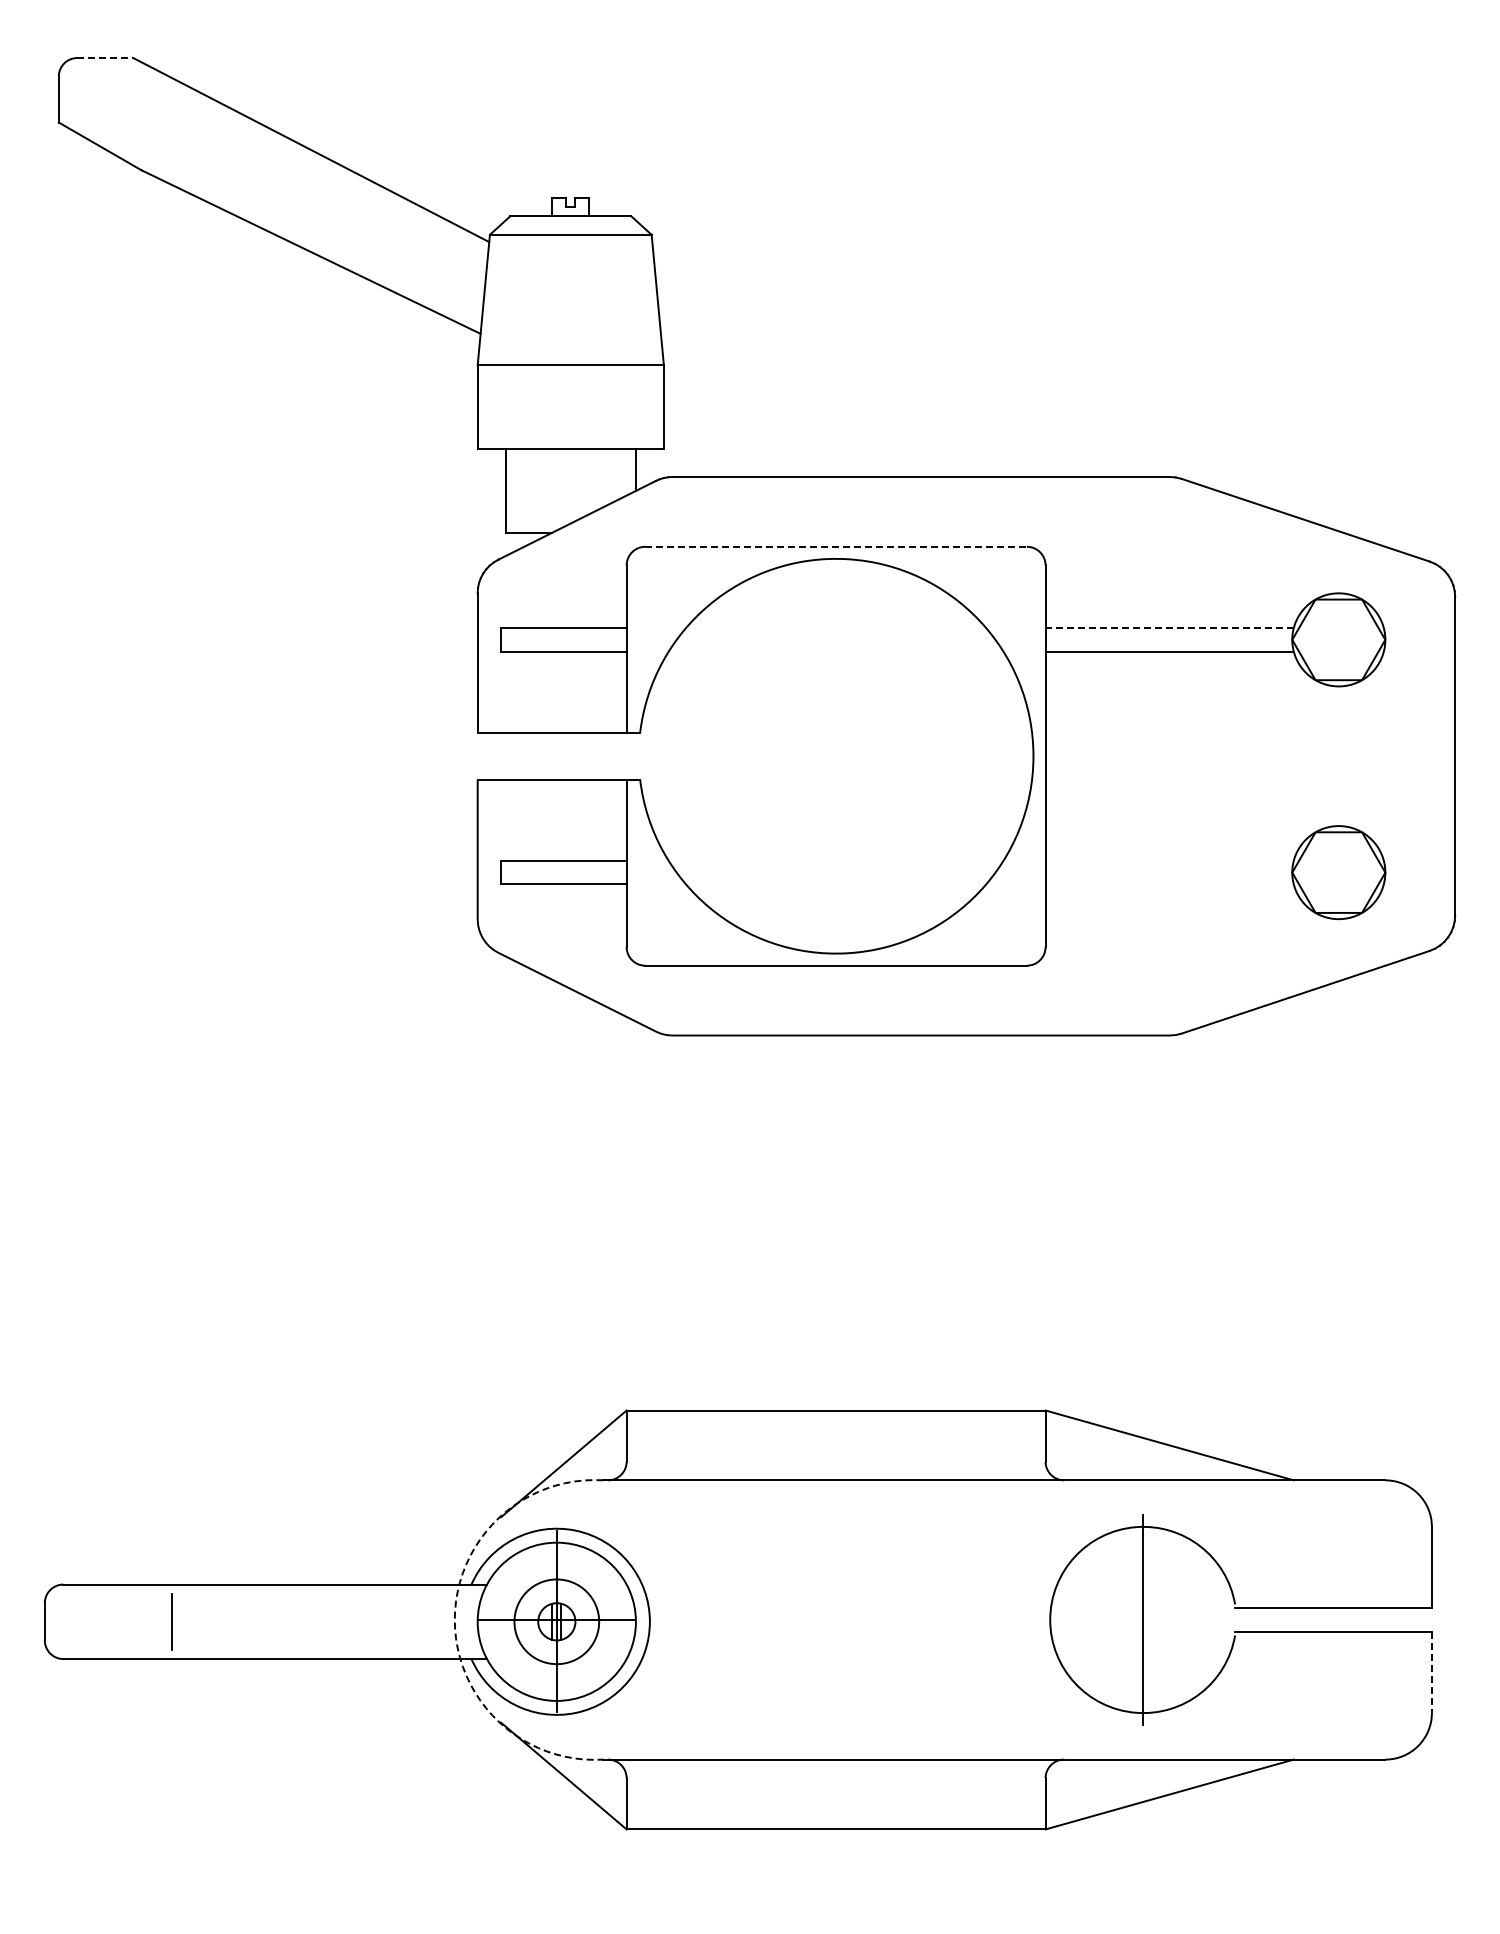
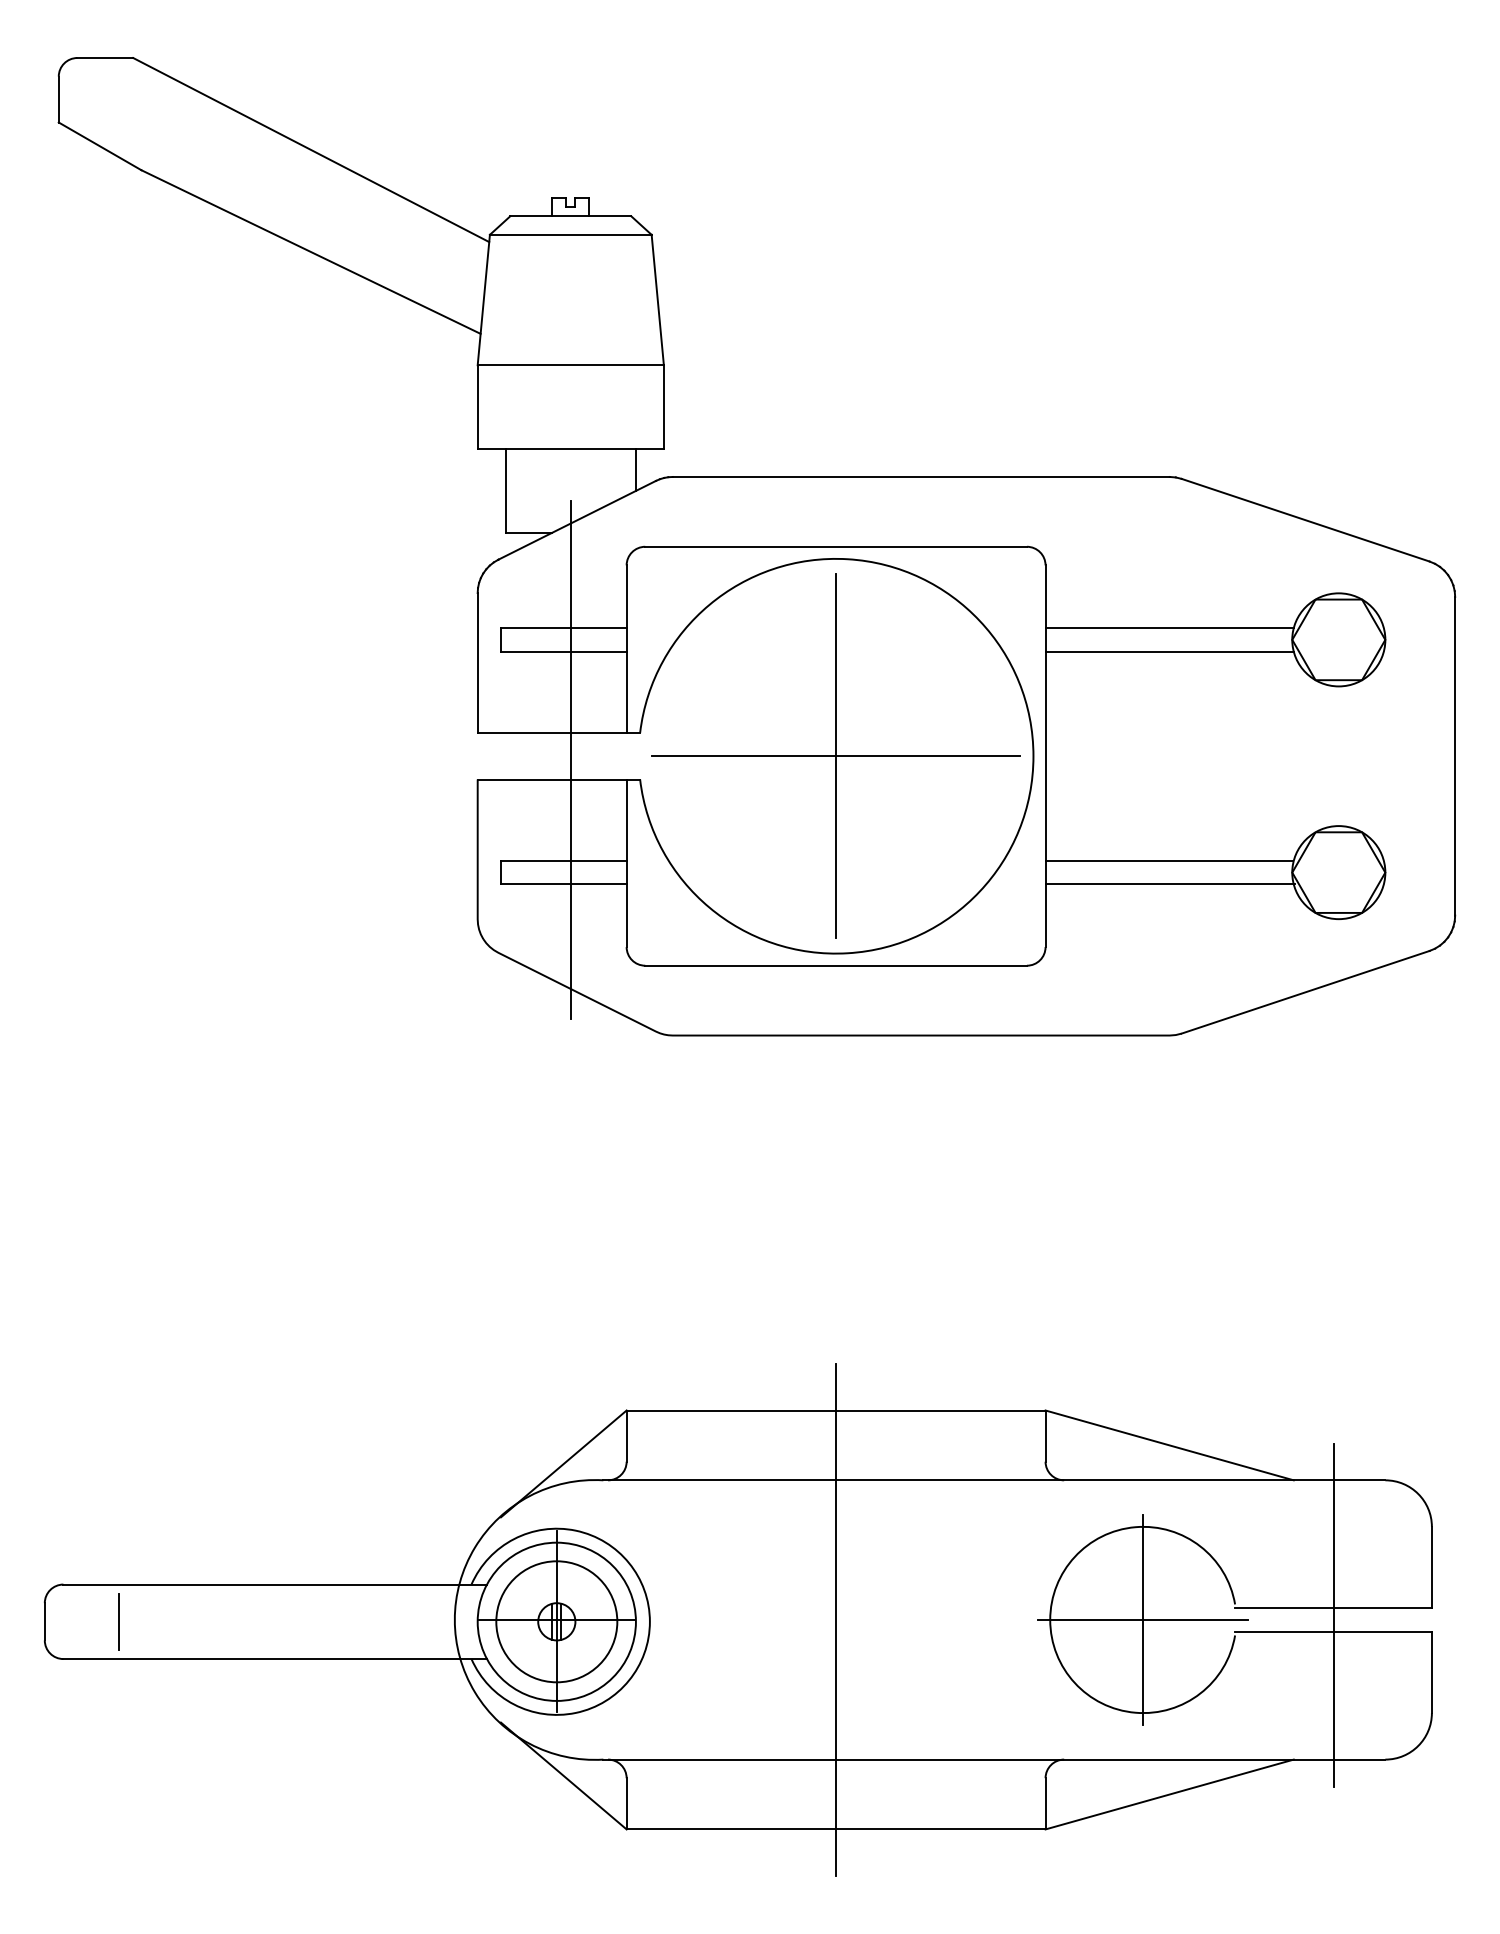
line at (105, 58): dashed -> solid
line at (836, 546): dashed -> solid
line at (1169, 628): dashed -> solid
part at (835, 755): none -> present
line at (570, 759): none -> present
line at (1169, 860): none -> present
line at (1170, 884): none -> present
line at (1334, 1615): none -> present
arc at (454, 1619): dashed -> solid
line at (836, 1619): none -> present
line at (1143, 1619): none -> present
line at (171, 1621) position: (171, 1621) -> (118, 1621)
circle at (556, 1621) diameter: 85 px -> 121 px
line at (1431, 1672): dashed -> solid
